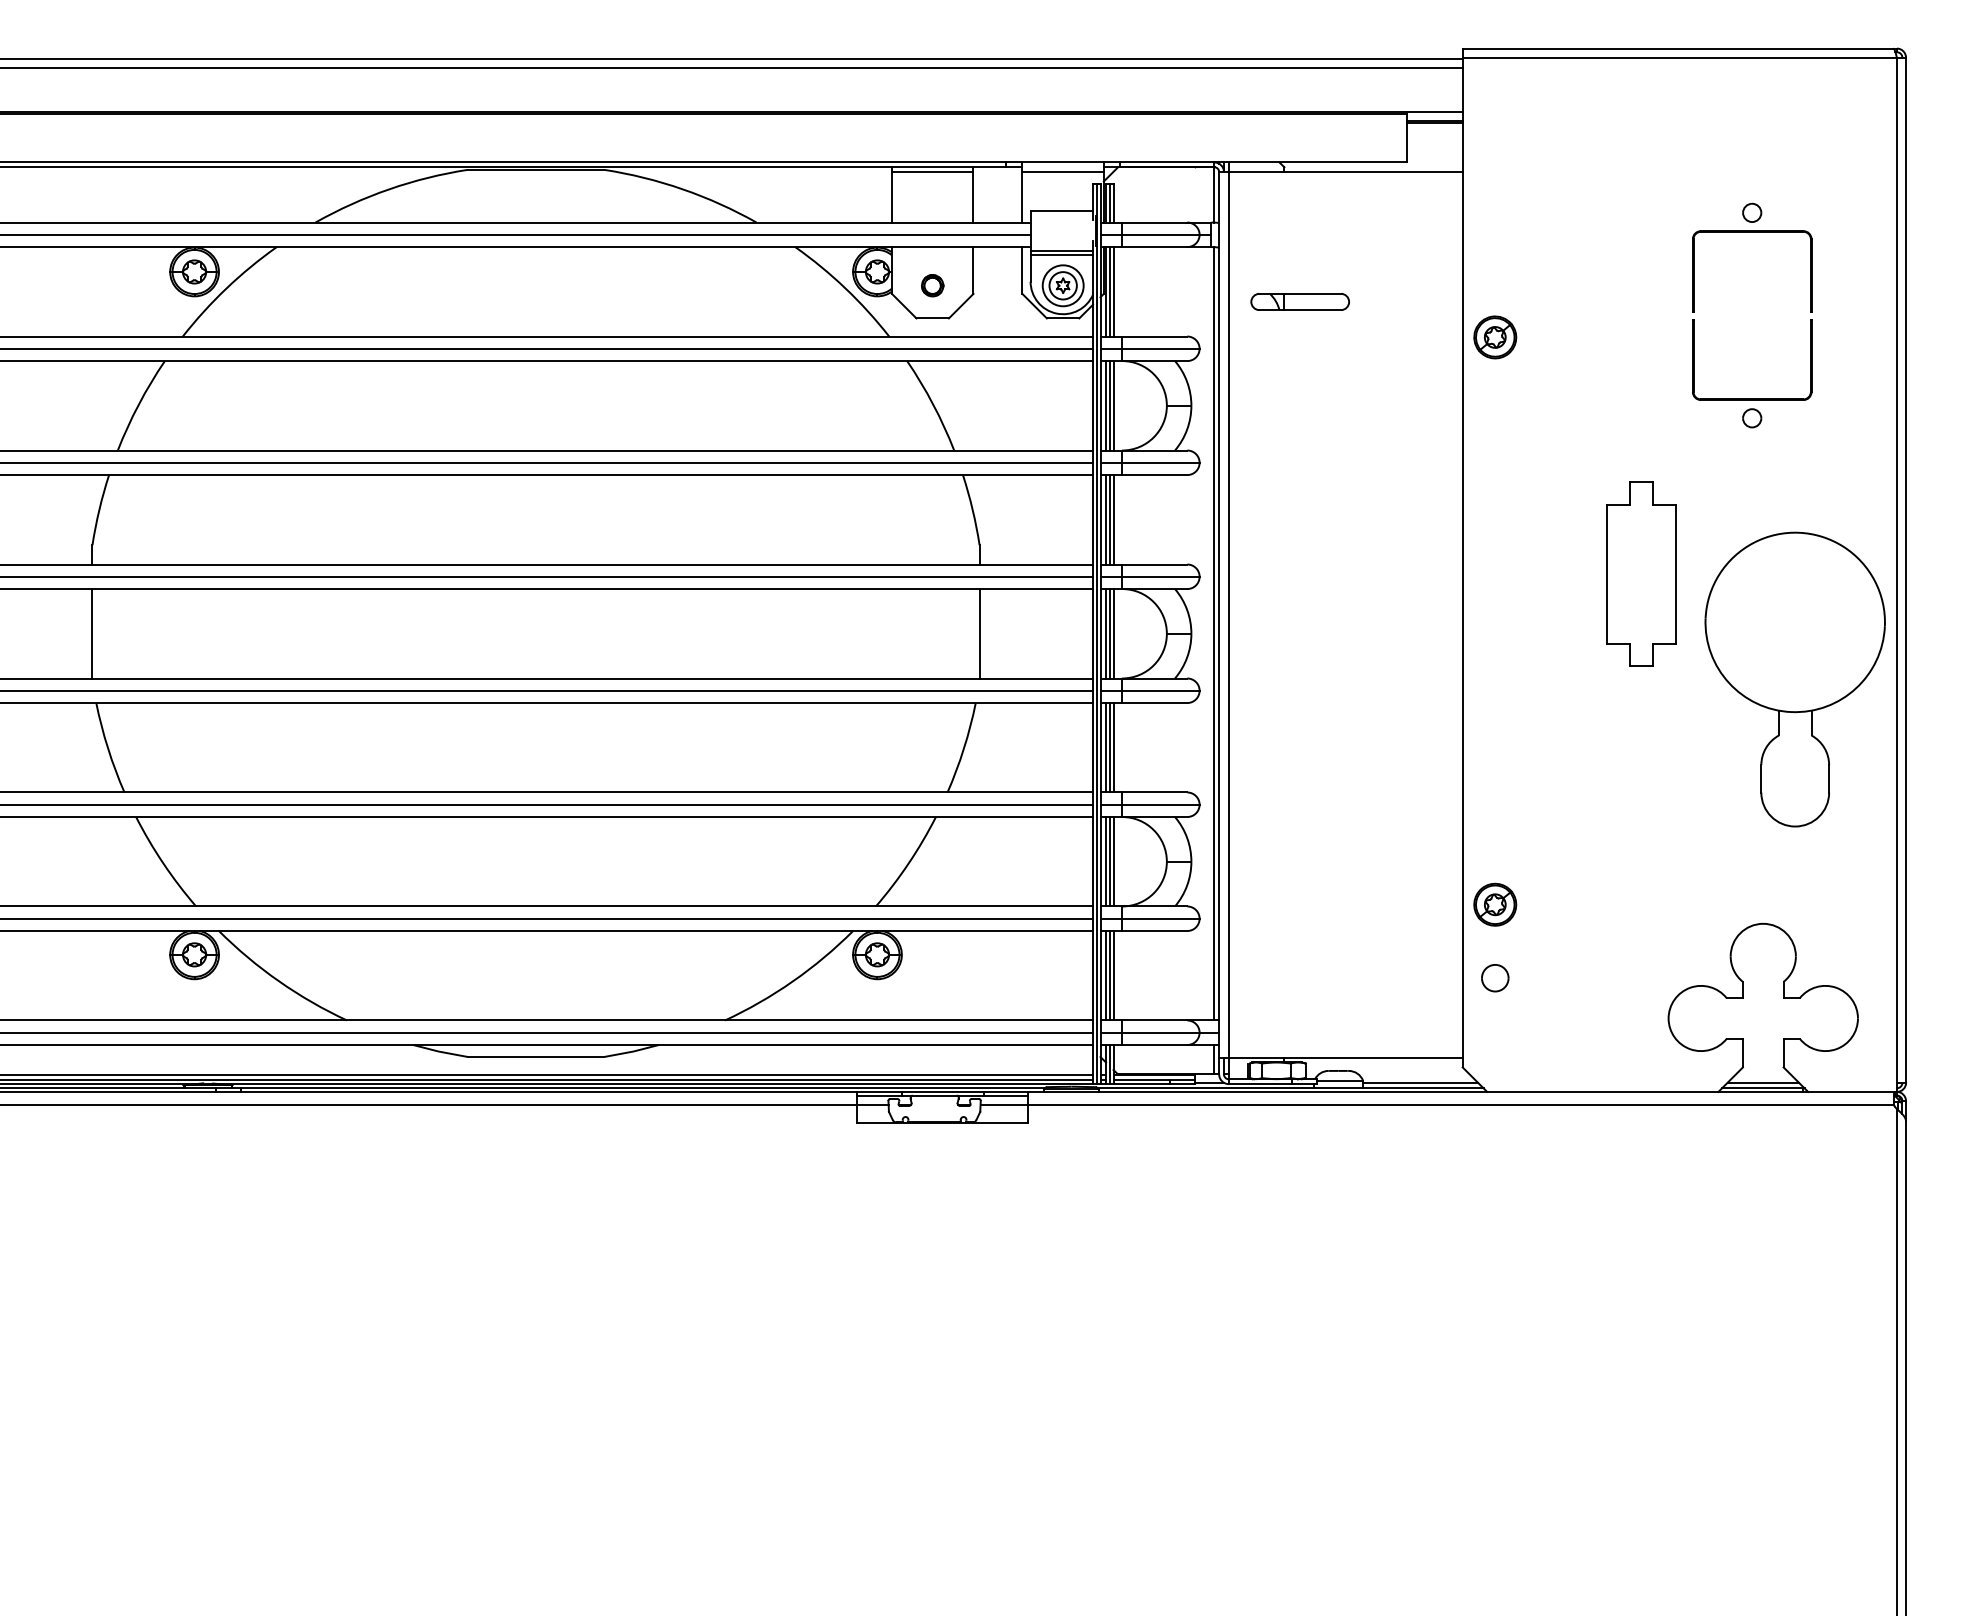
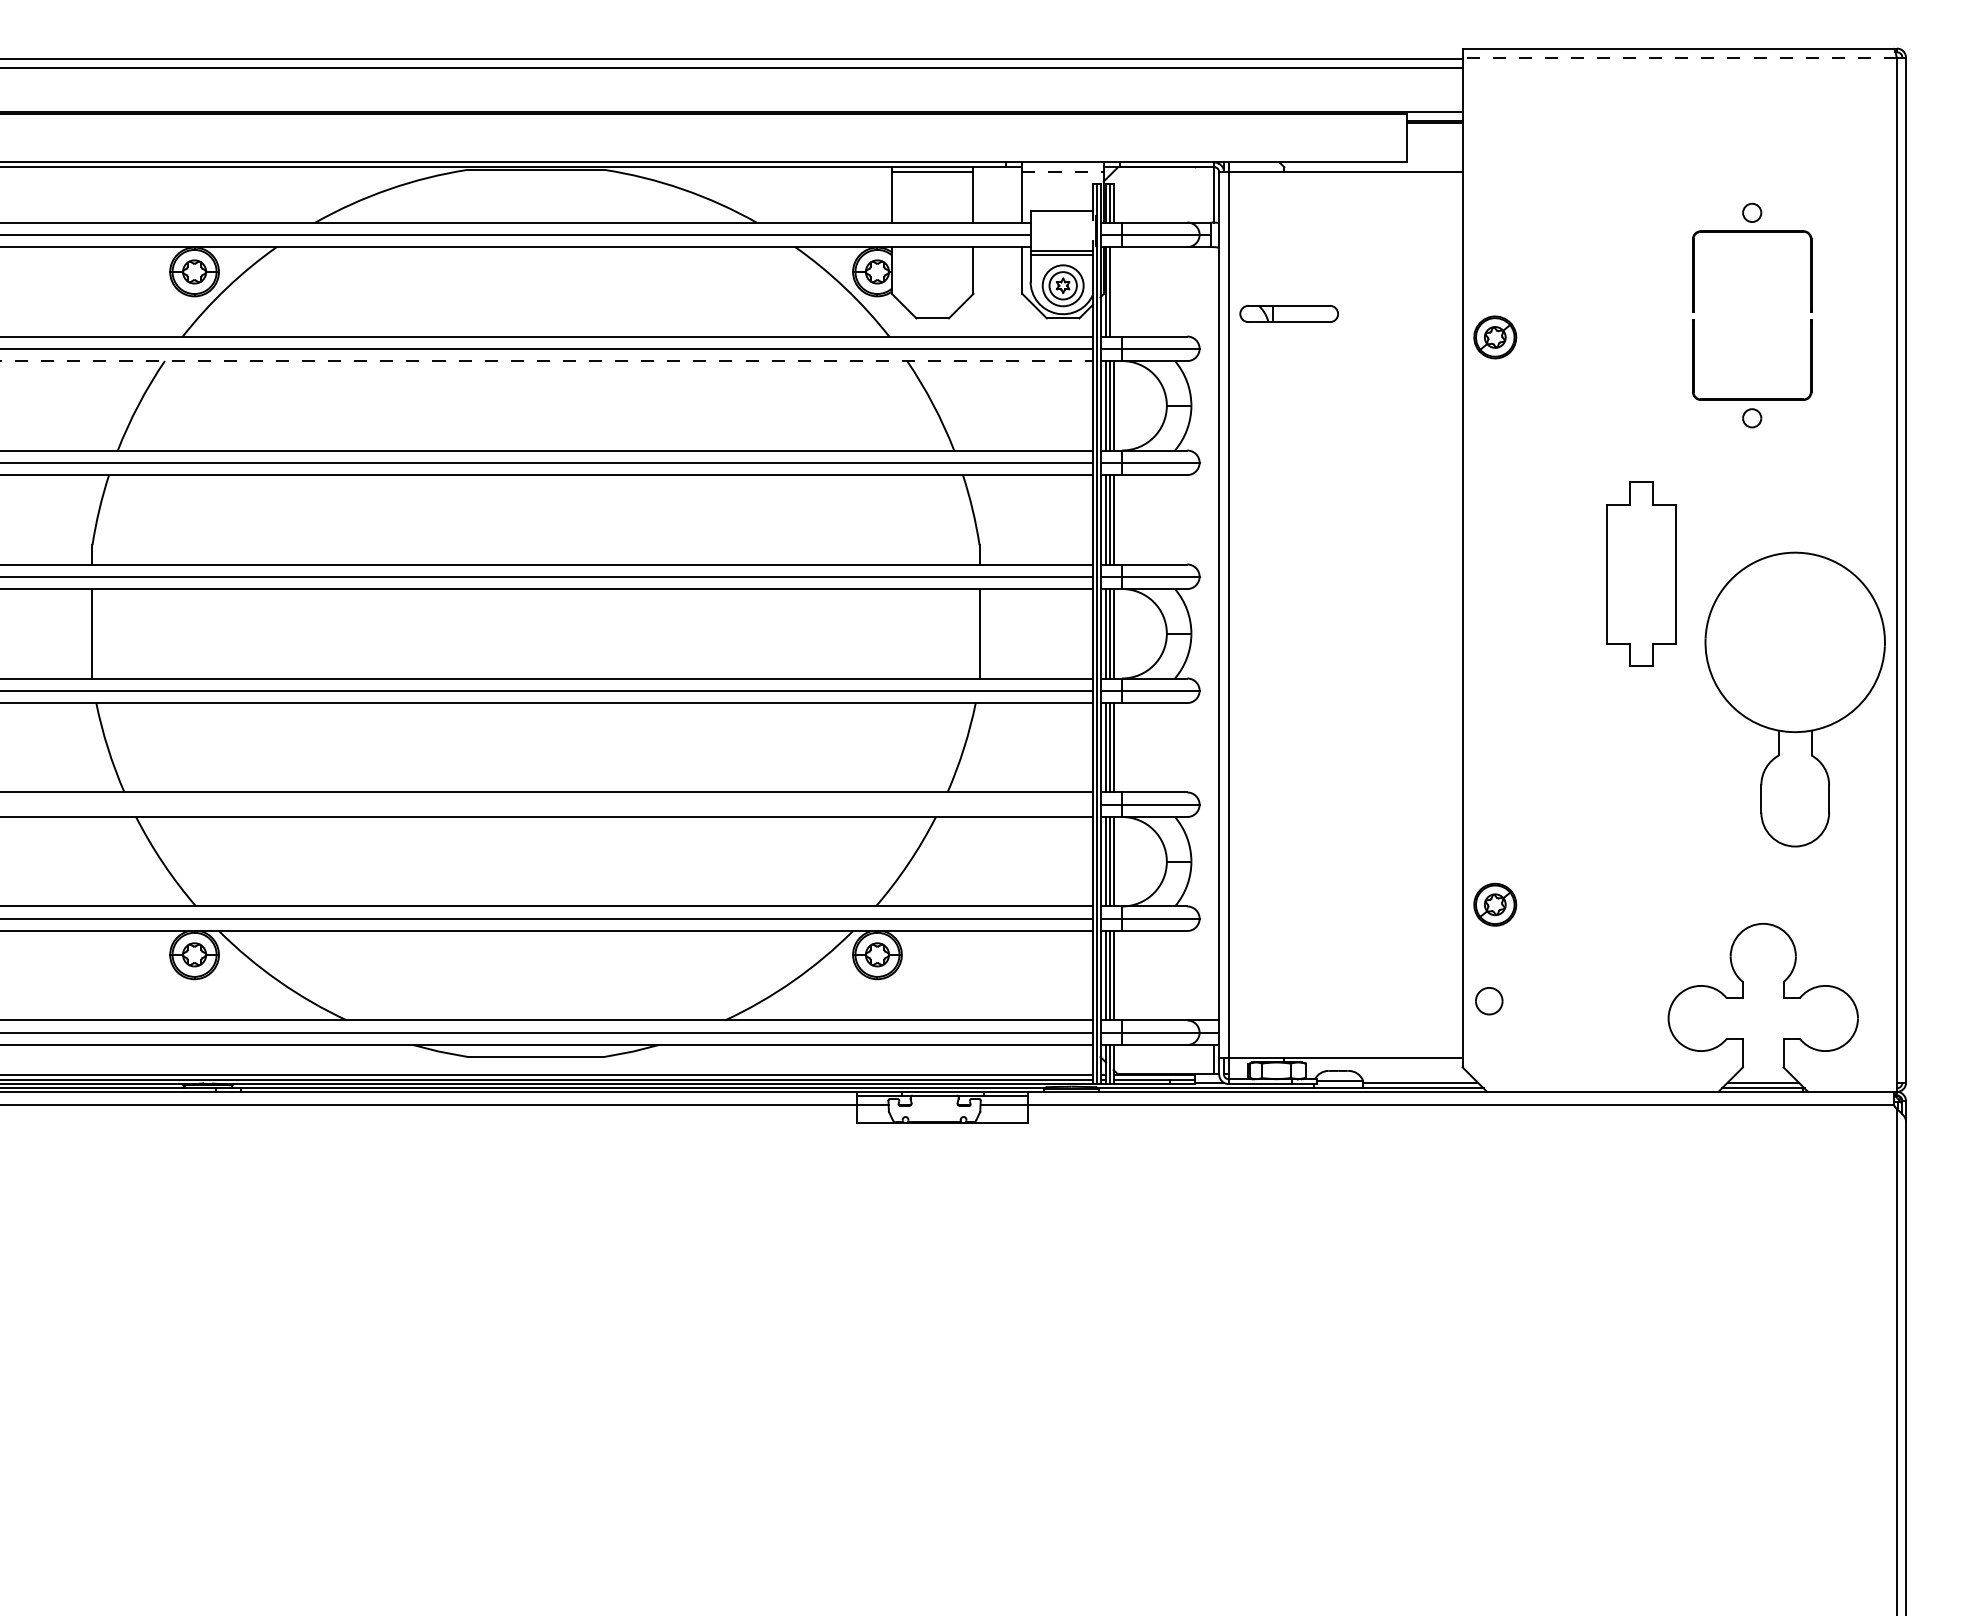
line at (1679, 57): solid -> dashed
line at (1063, 172): solid -> dashed
part at (932, 285): present -> none
line at (1113, 291): present -> none
part at (1299, 301) position: (1299, 301) -> (1288, 313)
line at (547, 361): solid -> dashed
line at (1214, 633): present -> none
part at (1794, 679) position: (1794, 679) -> (1794, 699)
line at (547, 804): present -> none
part at (1495, 978) position: (1495, 978) -> (1489, 1001)
